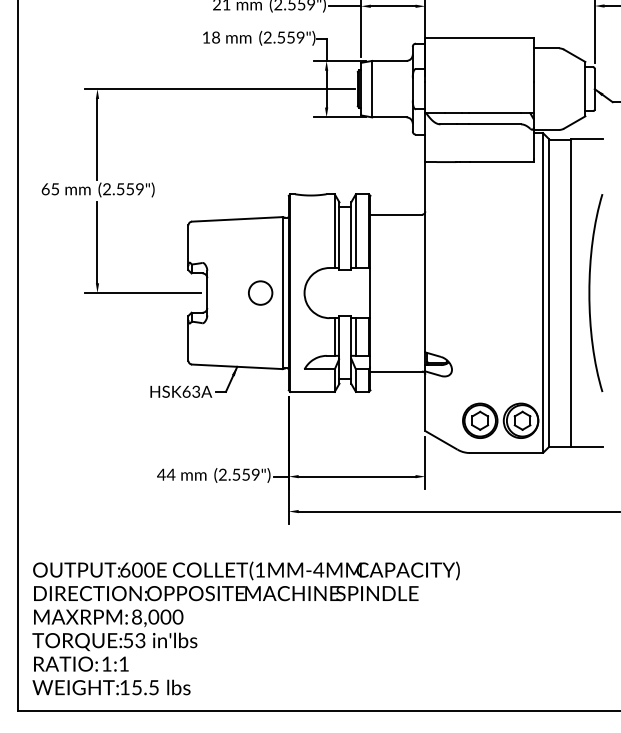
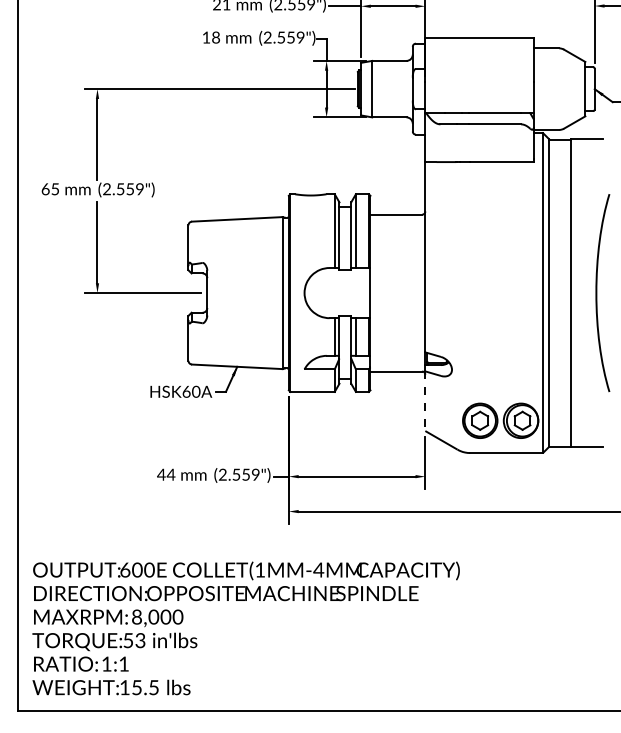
part at (260, 292): present -> none
curve at (590, 293) position: (590, 293) -> (597, 293)
text at (196, 391): HSK63A -> HSK60A
line at (425, 401): solid -> dashed
